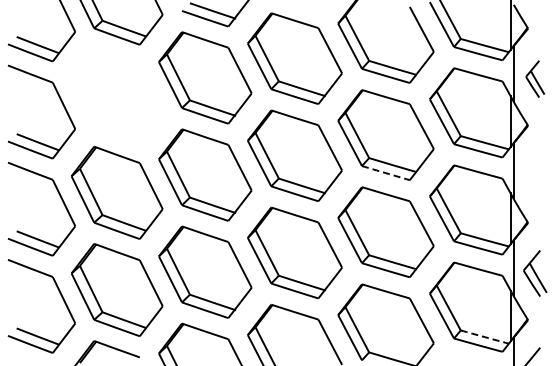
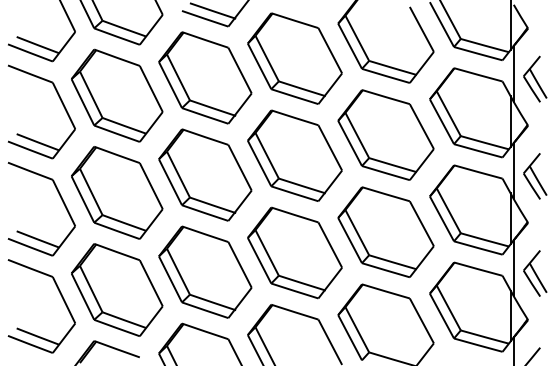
part at (534, 78) size: 20x38 px -> 25x48 px
part at (117, 95): none -> present
arc at (385, 173): dashed -> solid
part at (535, 176): none -> present
arc at (484, 337): dashed -> solid
